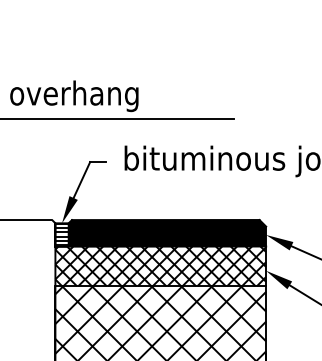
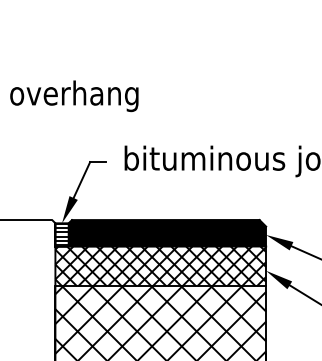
line at (117, 118): present -> none
